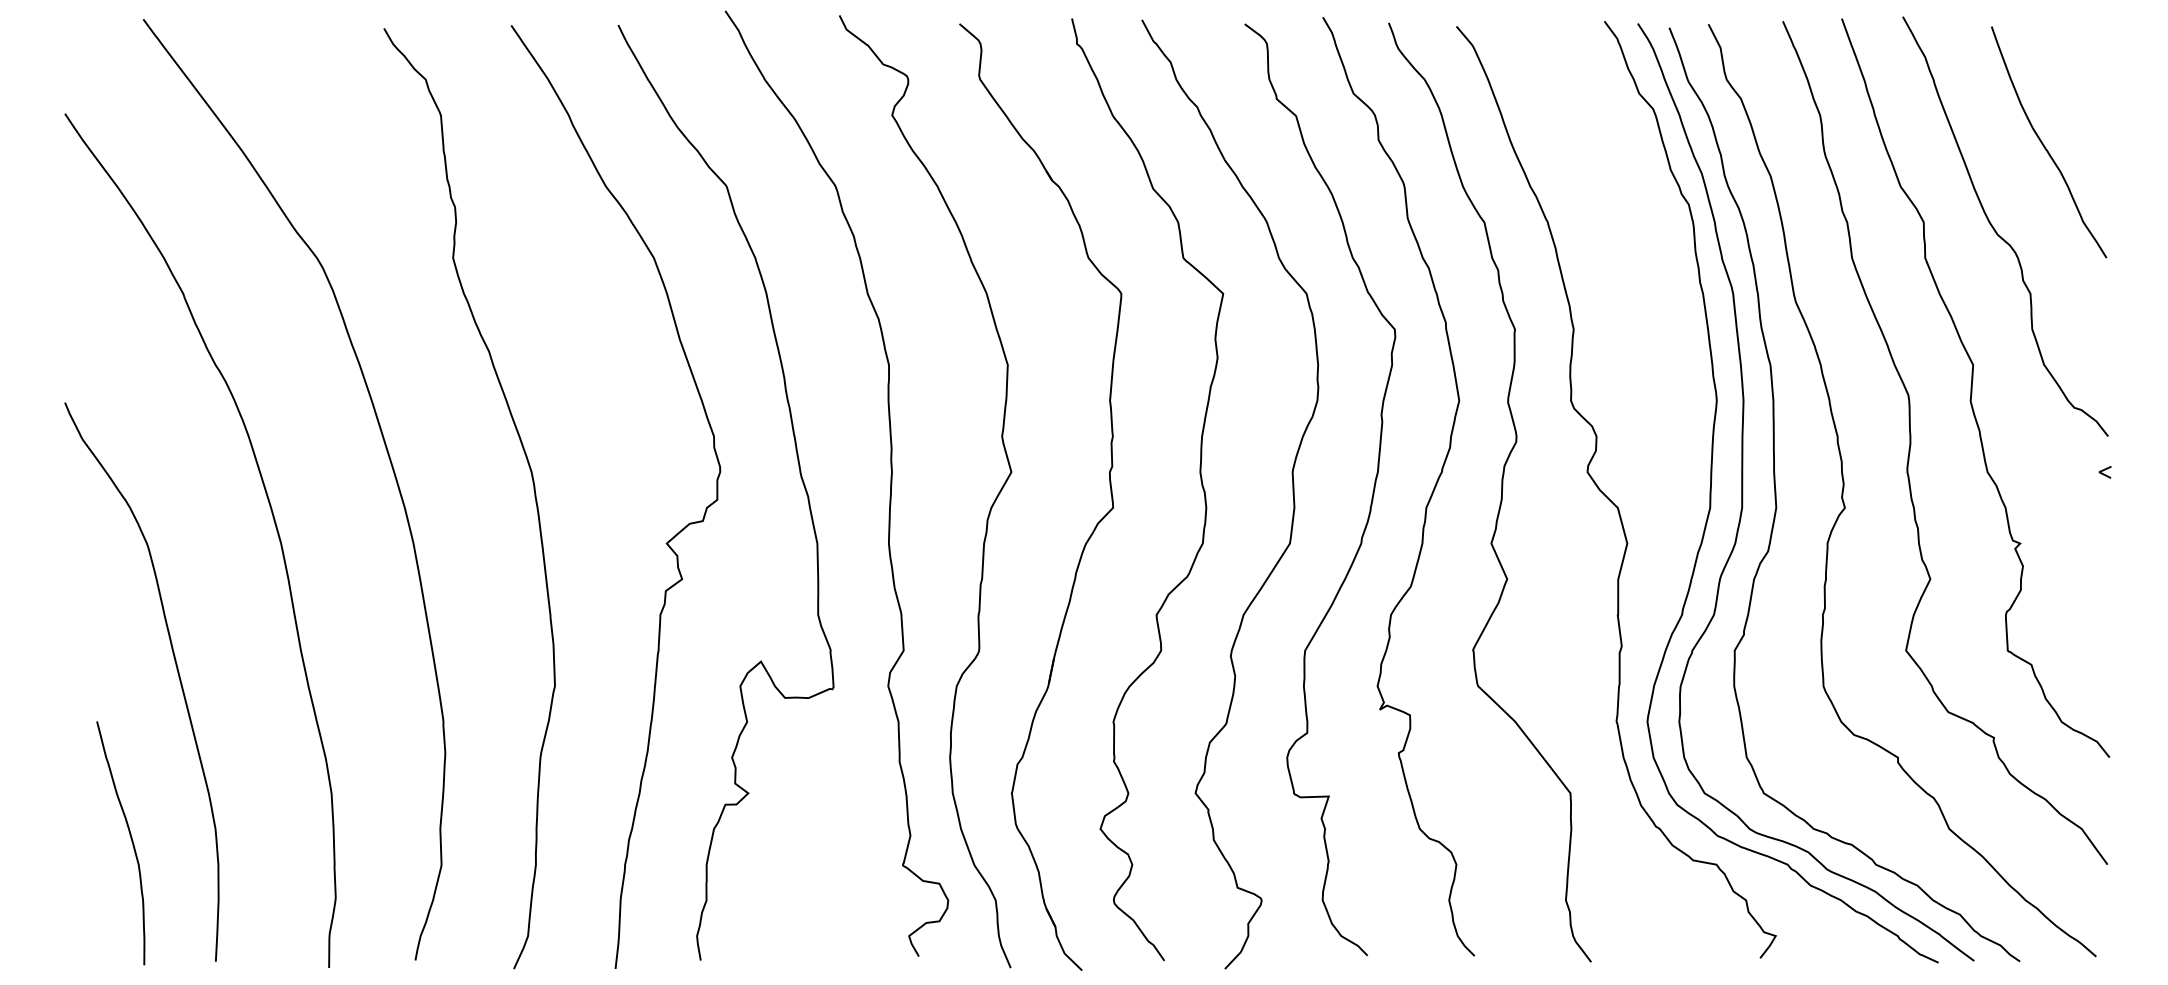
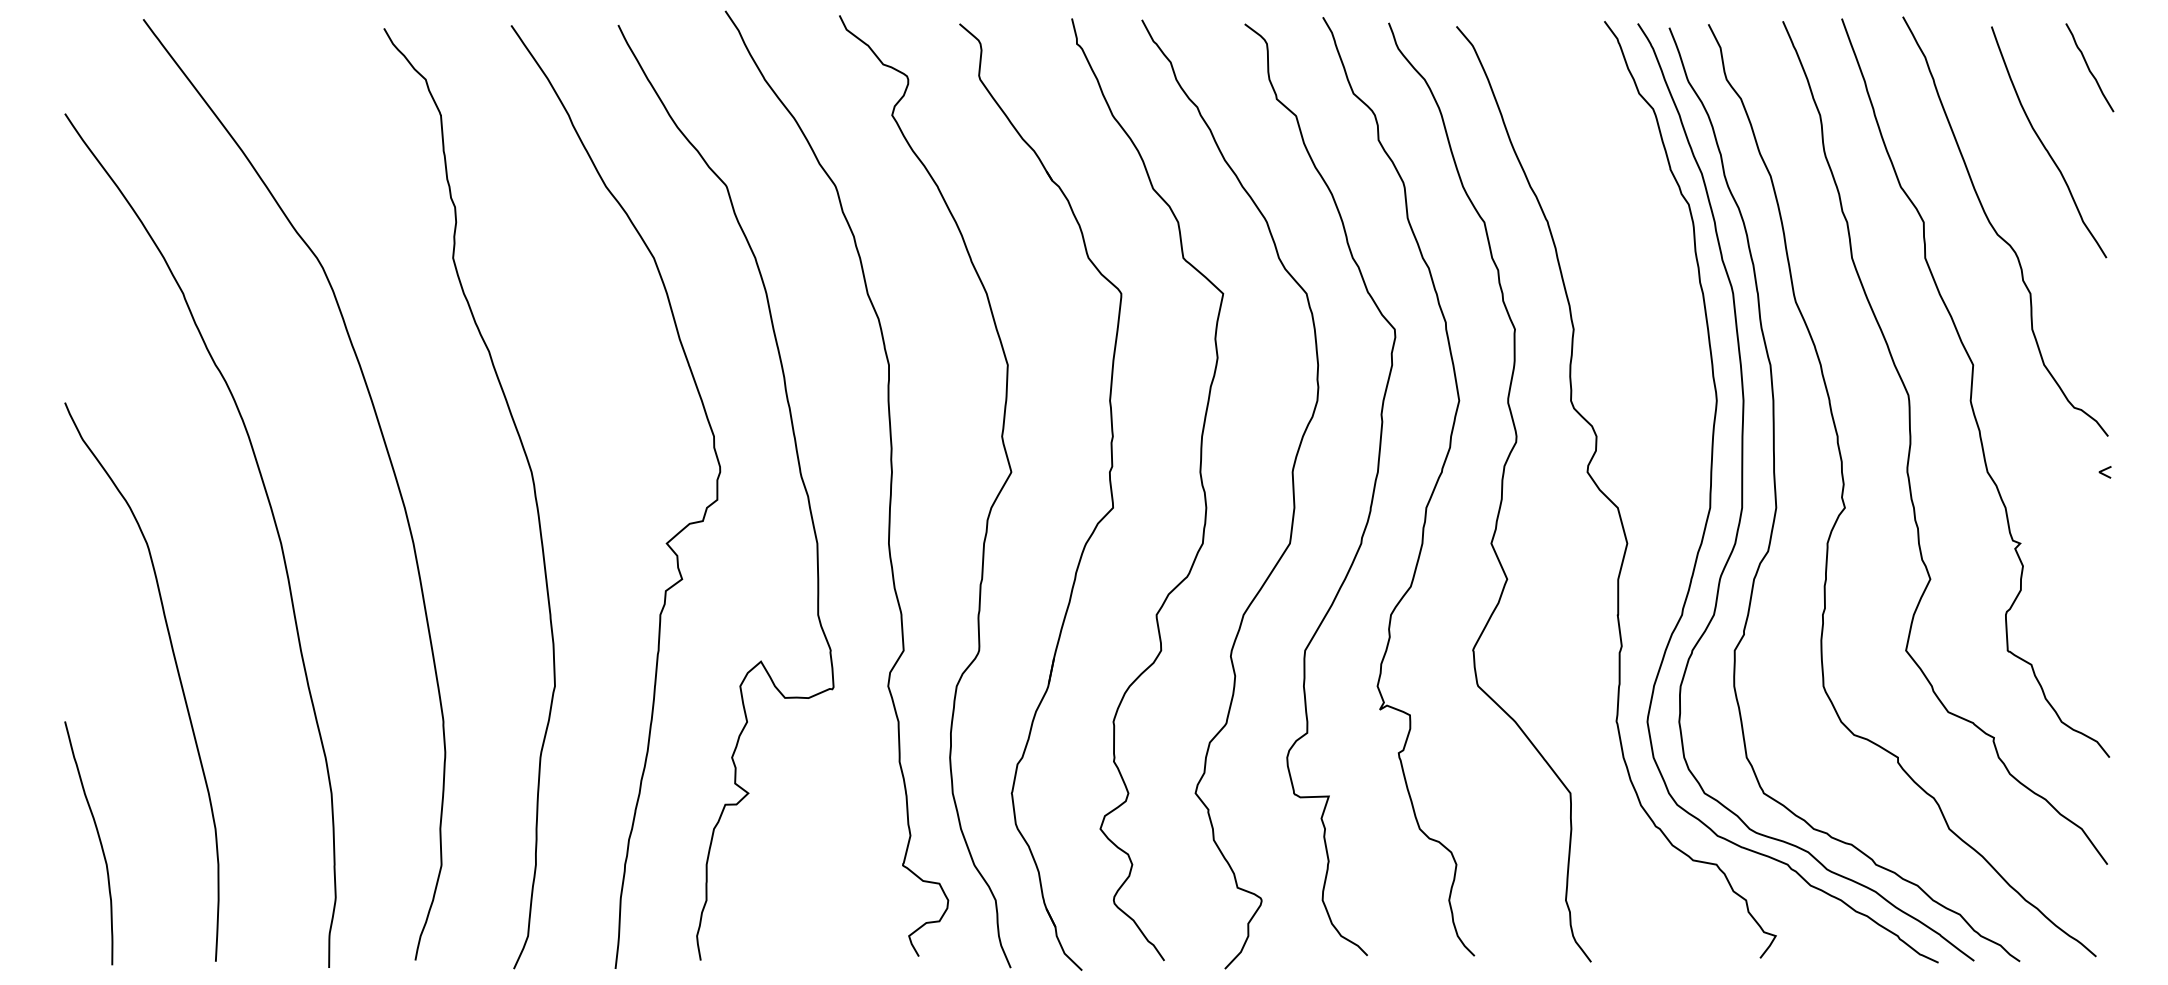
curve at (2089, 67): none -> present
curve at (131, 842) position: (131, 842) -> (99, 842)
